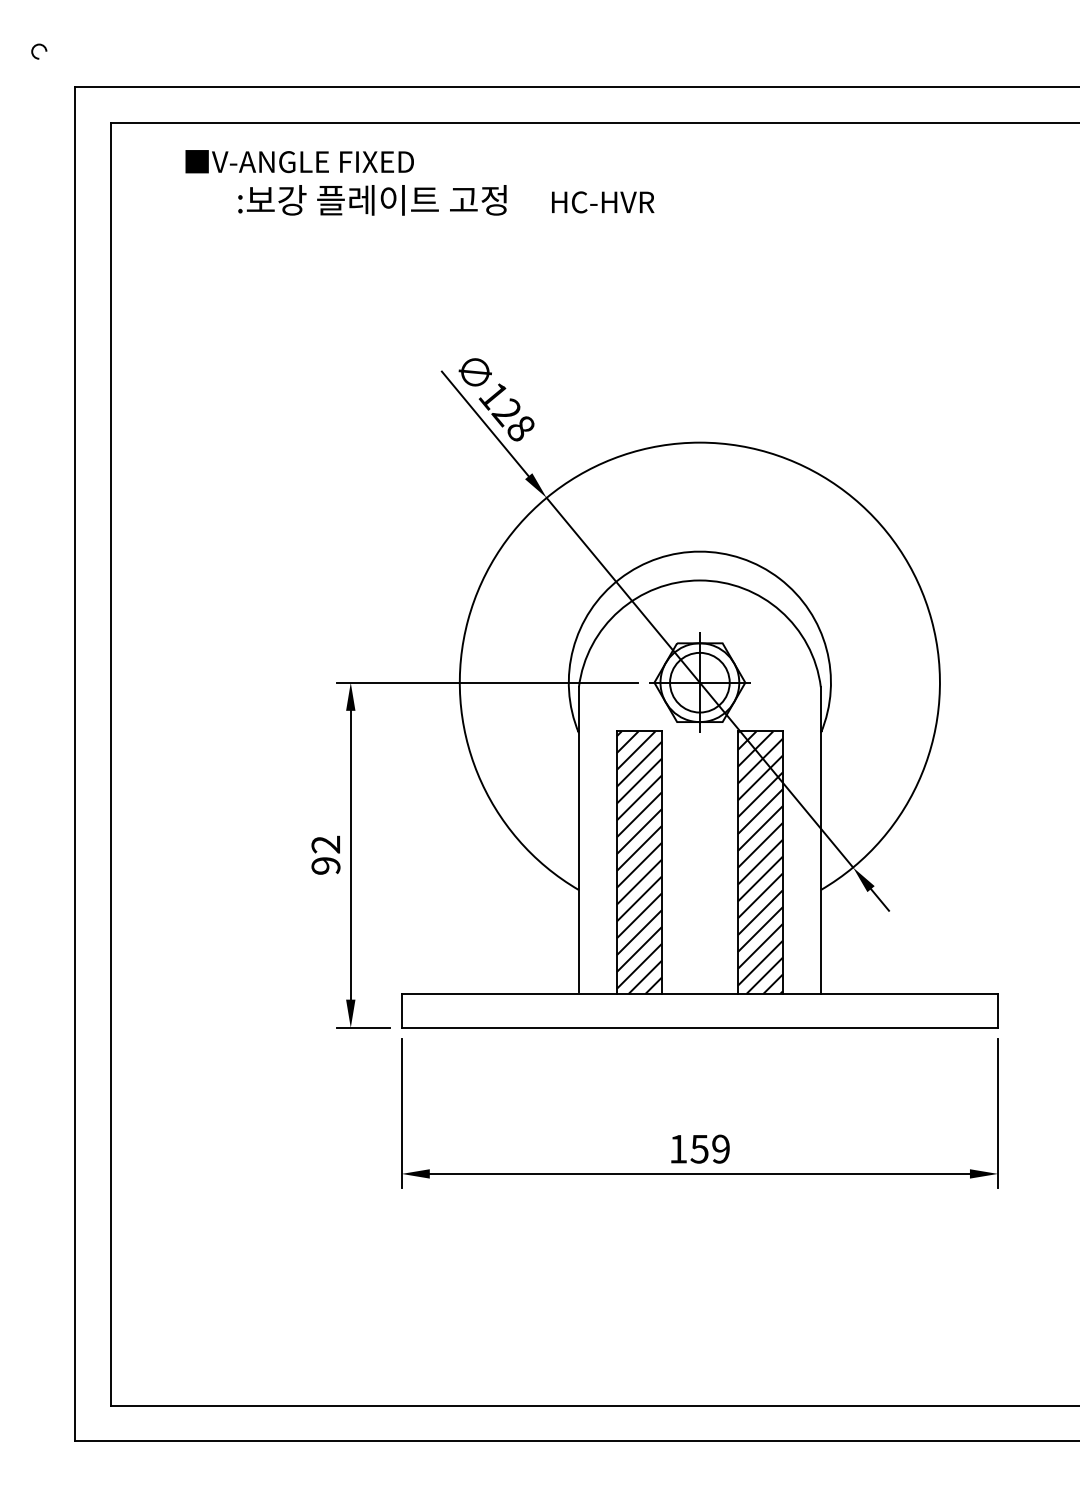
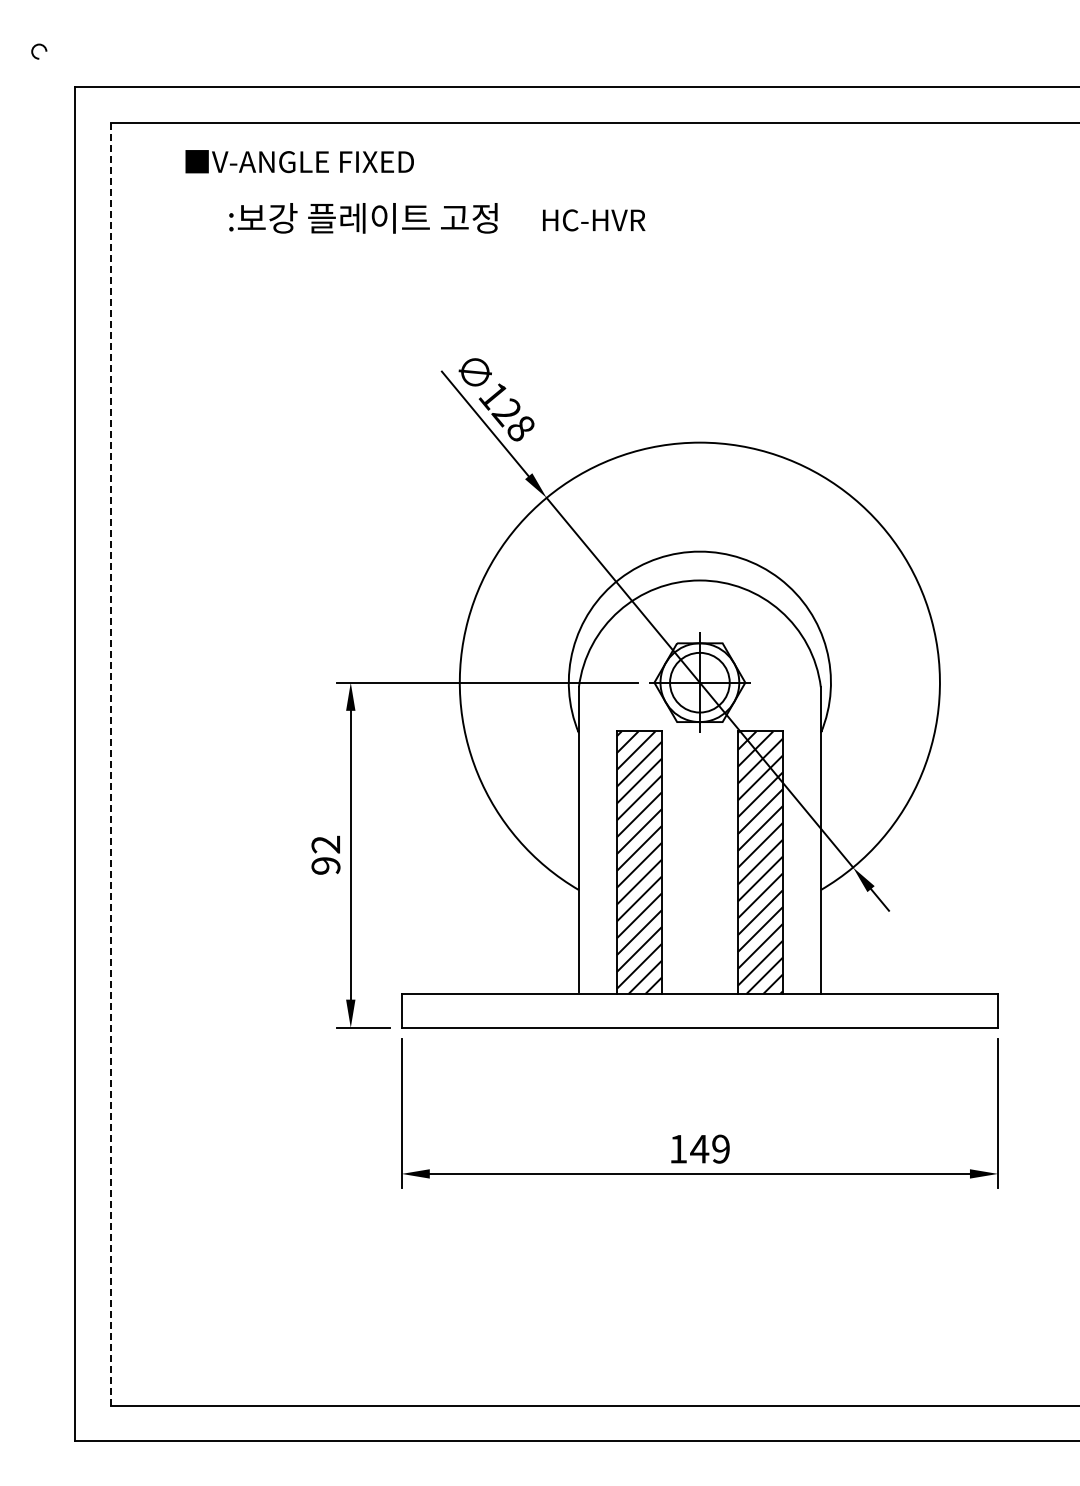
text at (446, 200) position: (446, 200) -> (437, 218)
line at (110, 764): solid -> dashed
text at (699, 1149): 159 -> 149
